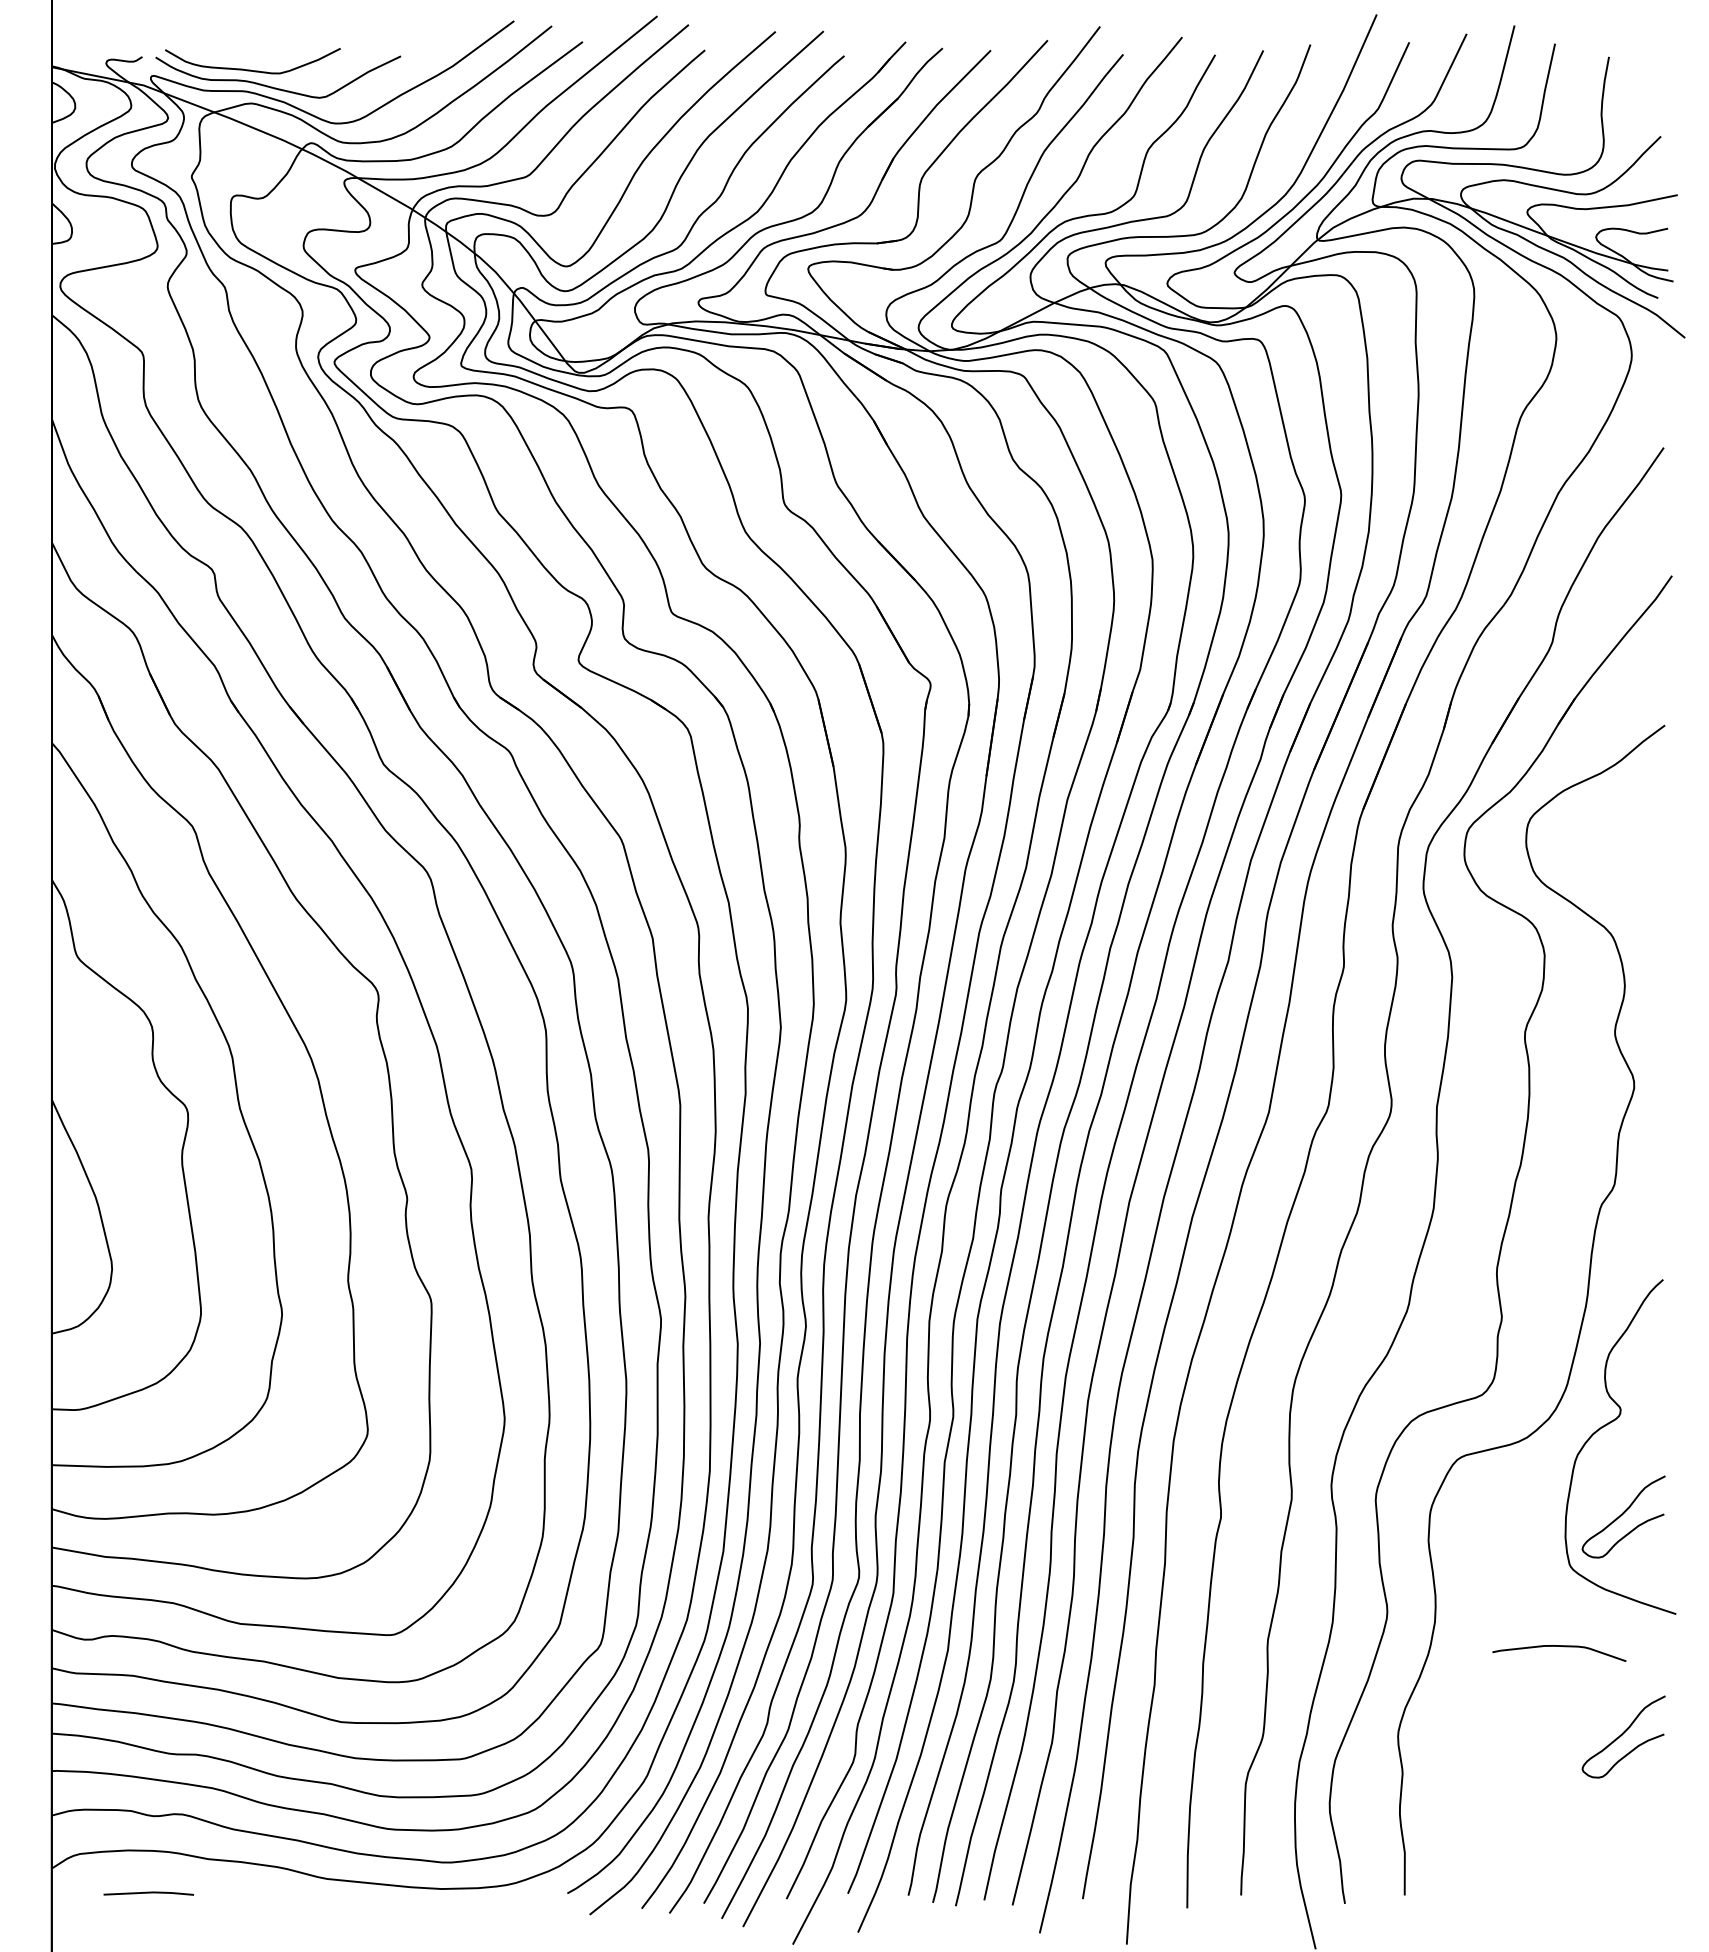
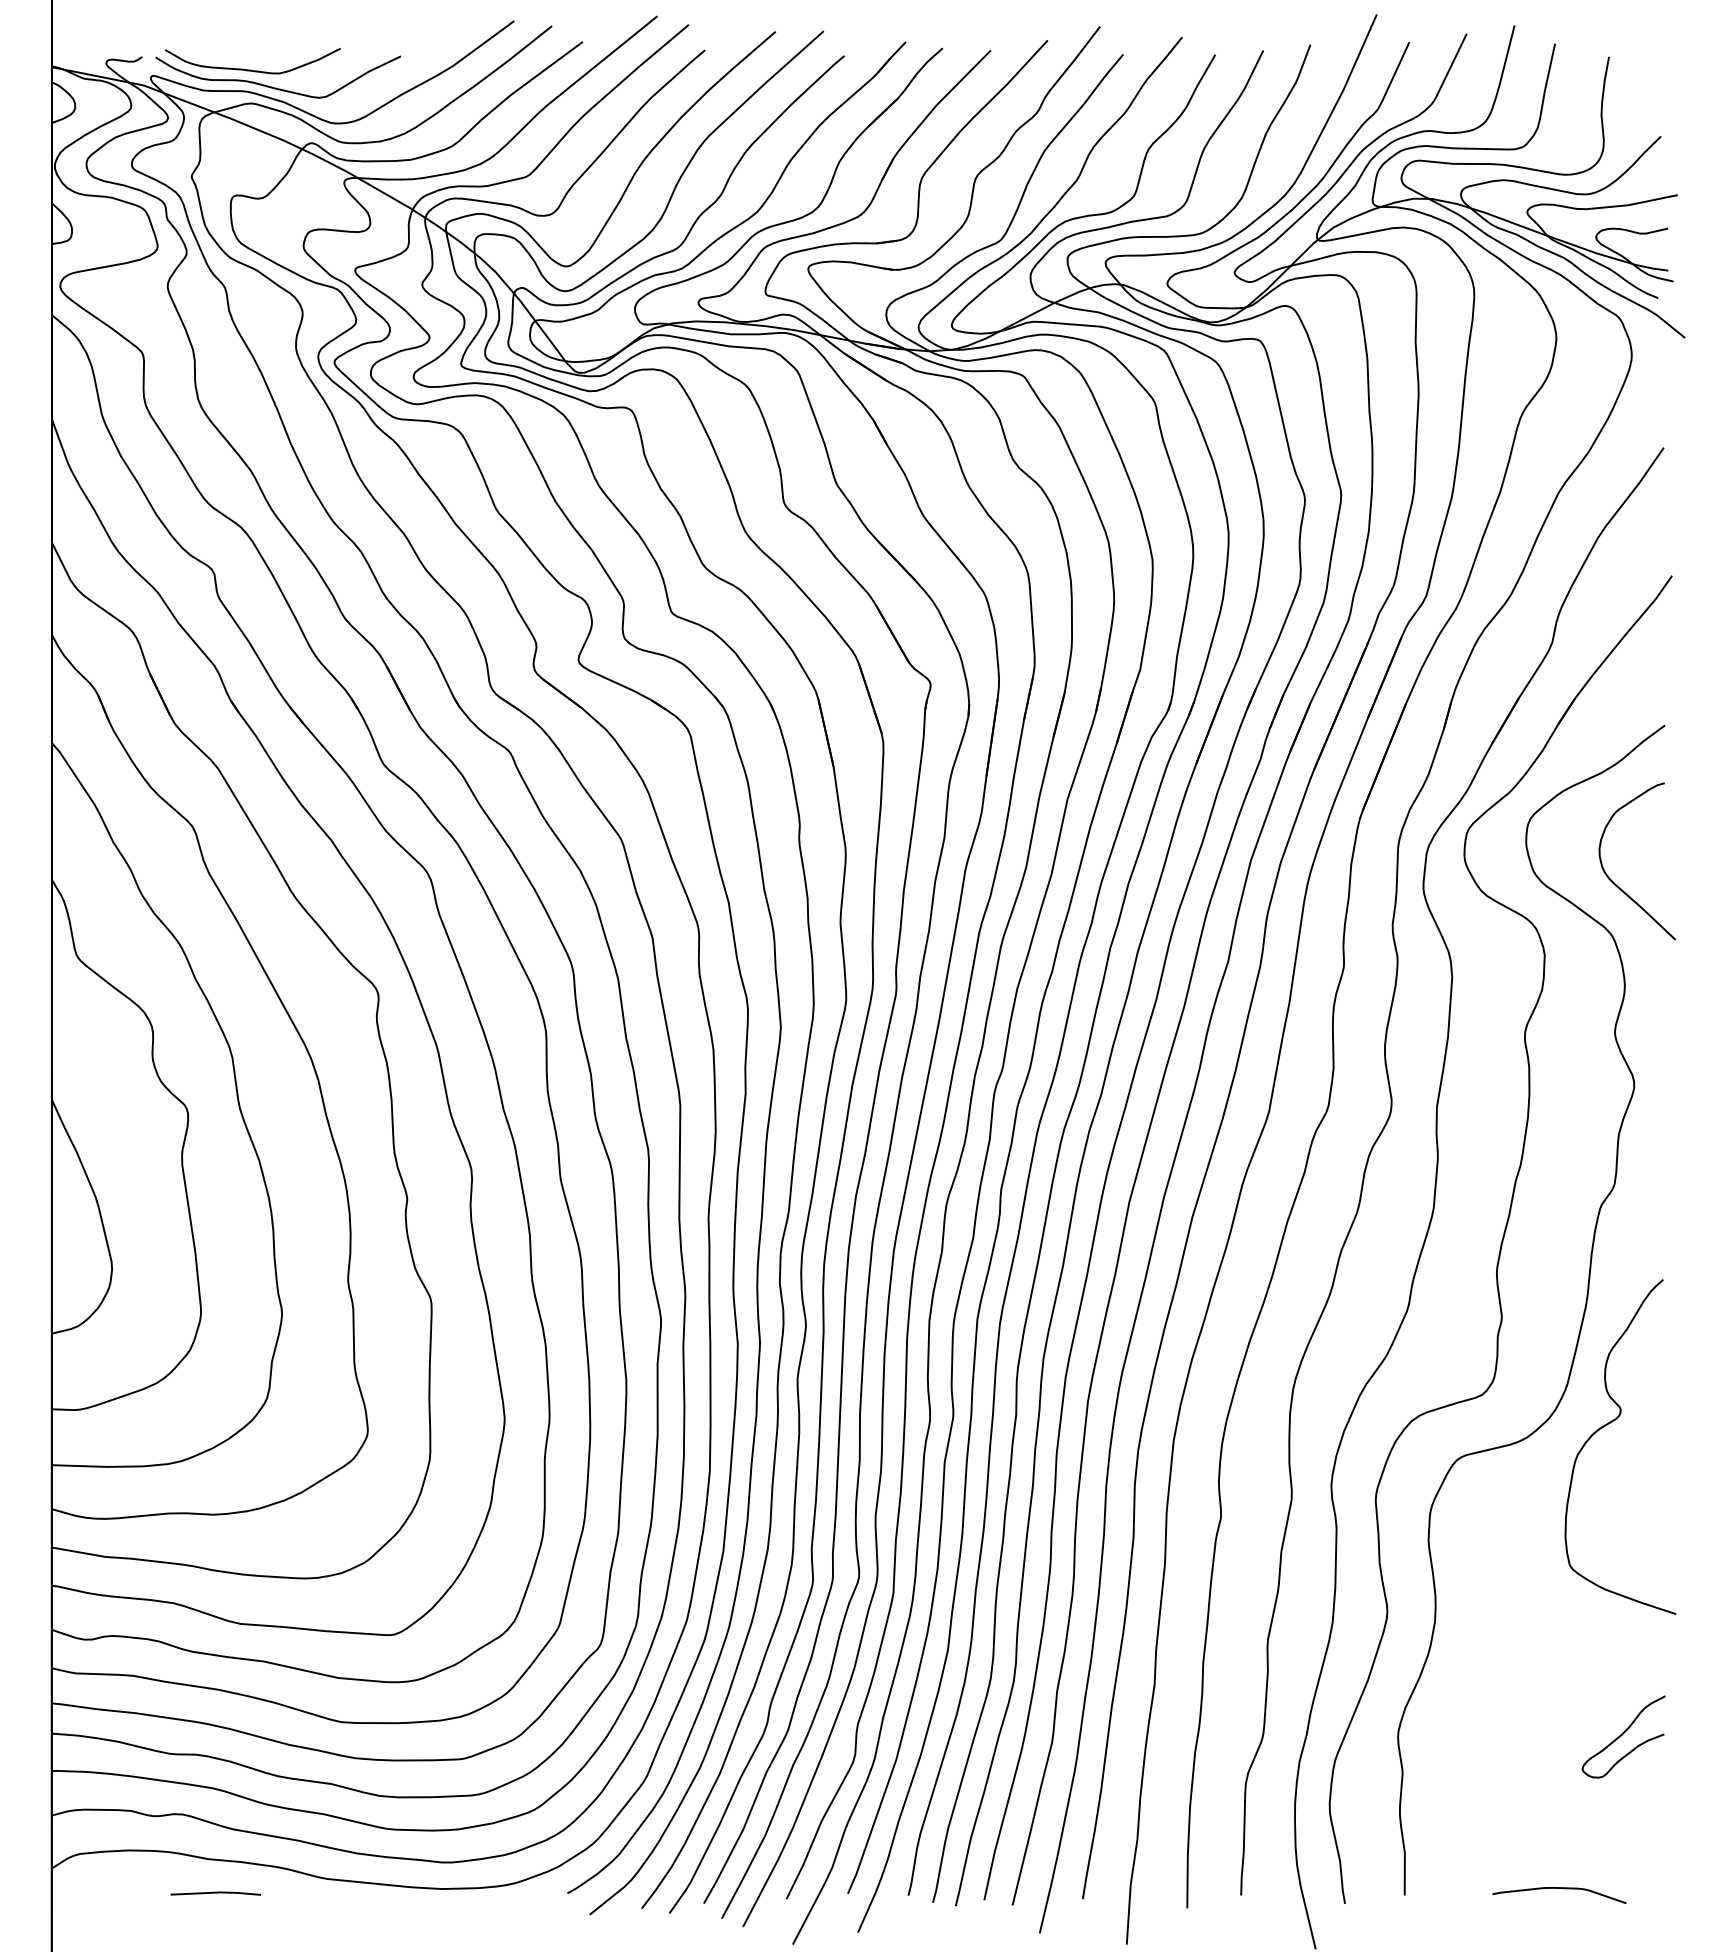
curve at (1614, 882): none -> present
curve at (1622, 1515): present -> none
curve at (1559, 1646) position: (1559, 1646) -> (1559, 1888)
line at (148, 1893) position: (148, 1893) -> (215, 1893)
